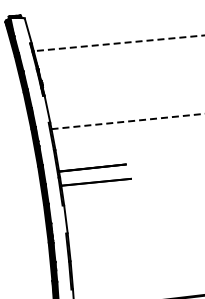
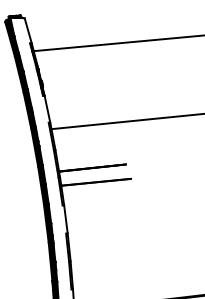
line at (119, 43): dashed -> solid
line at (128, 121): dashed -> solid
